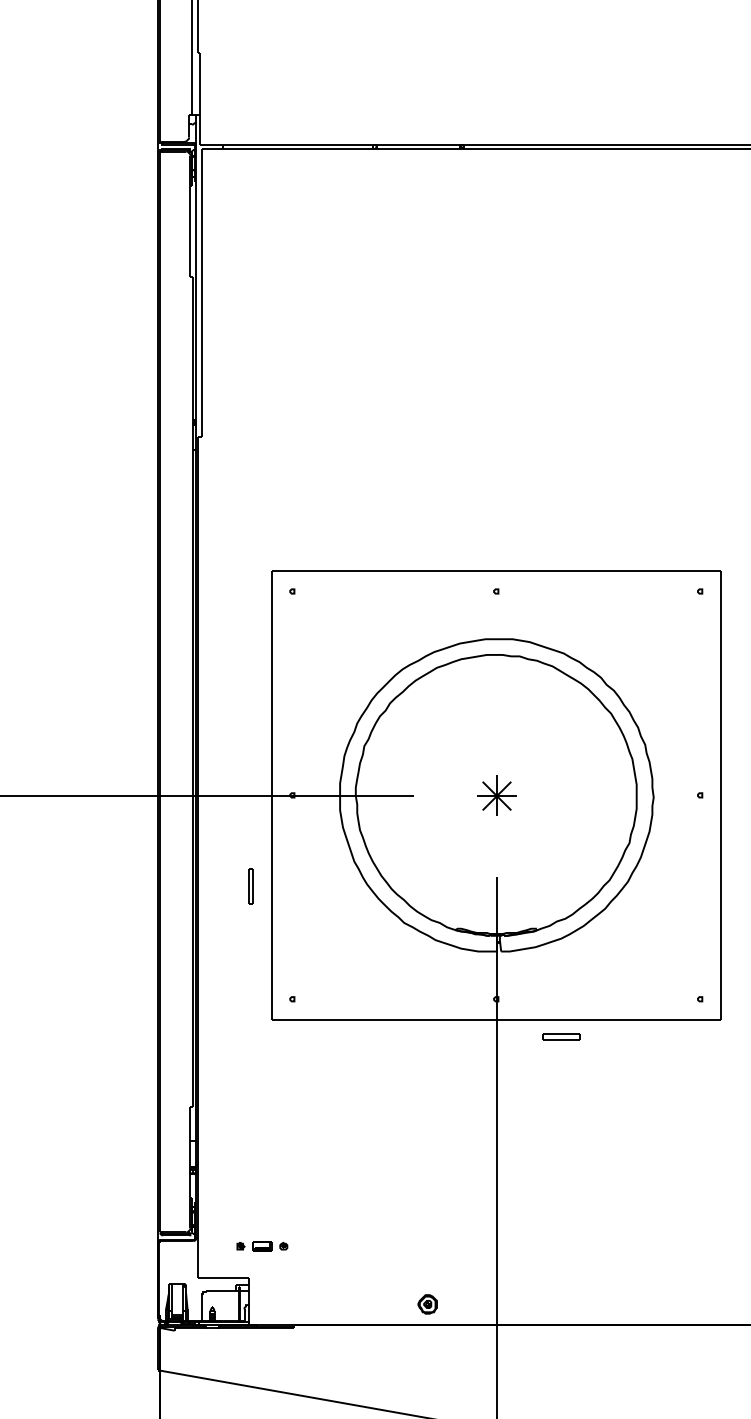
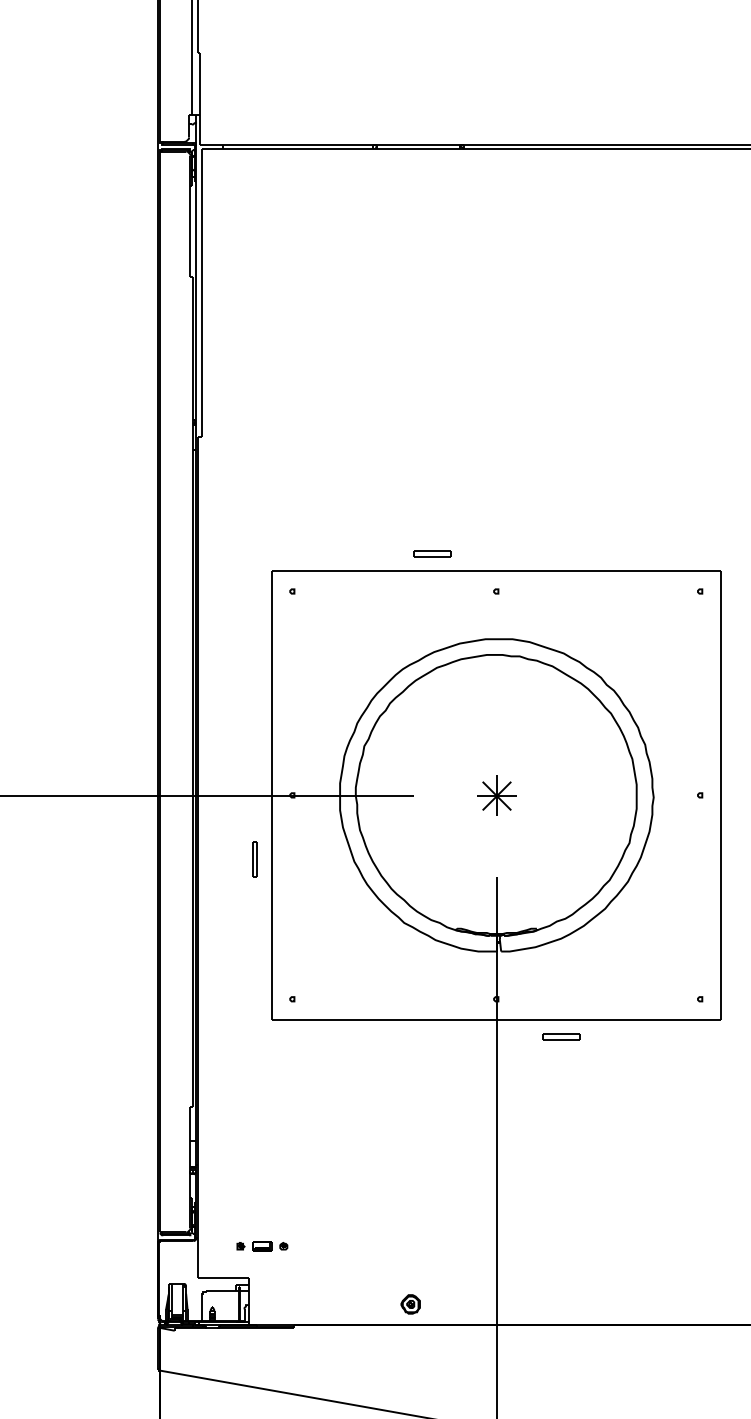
part at (432, 553): none -> present
part at (250, 886) position: (250, 886) -> (254, 859)
part at (427, 1304) position: (427, 1304) -> (410, 1304)
